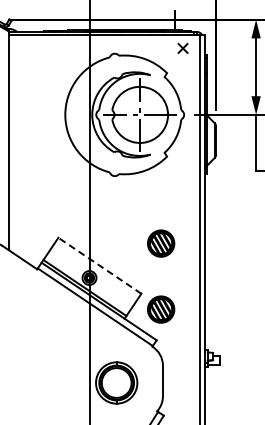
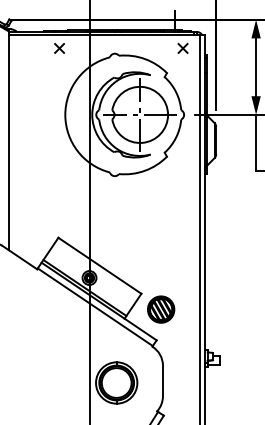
part at (59, 48): none -> present
part at (161, 243): present -> none
line at (99, 265): dashed -> solid
